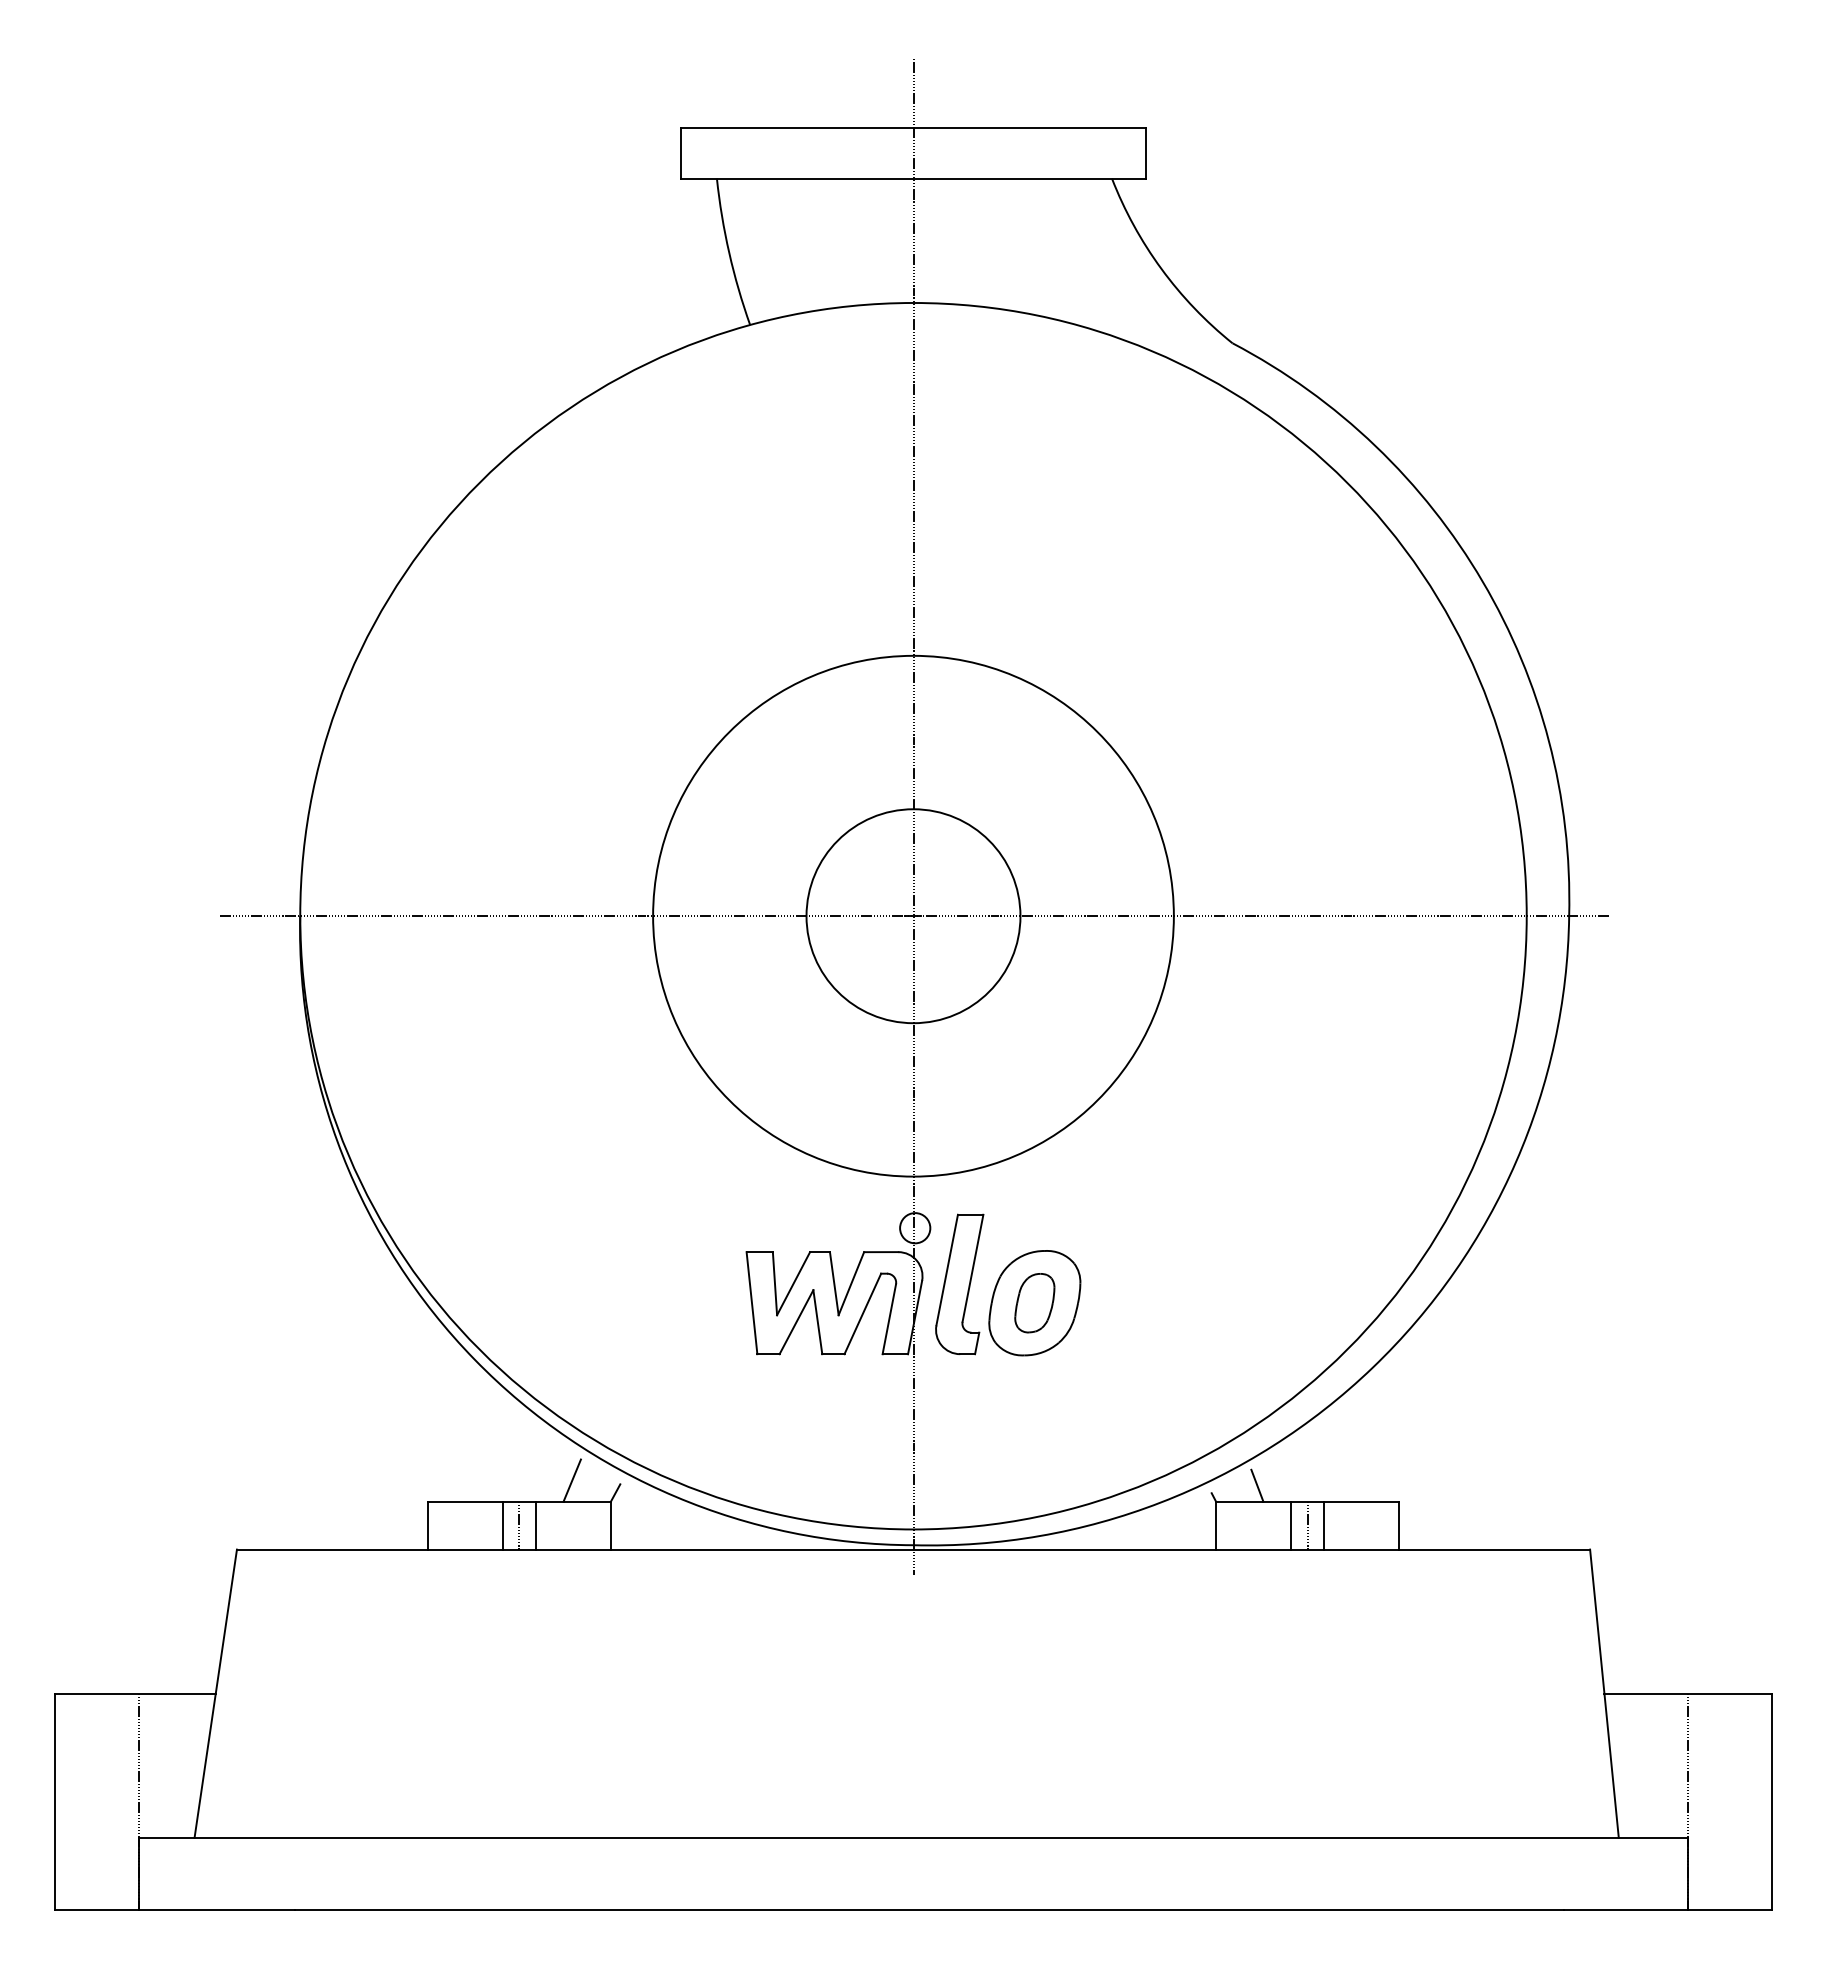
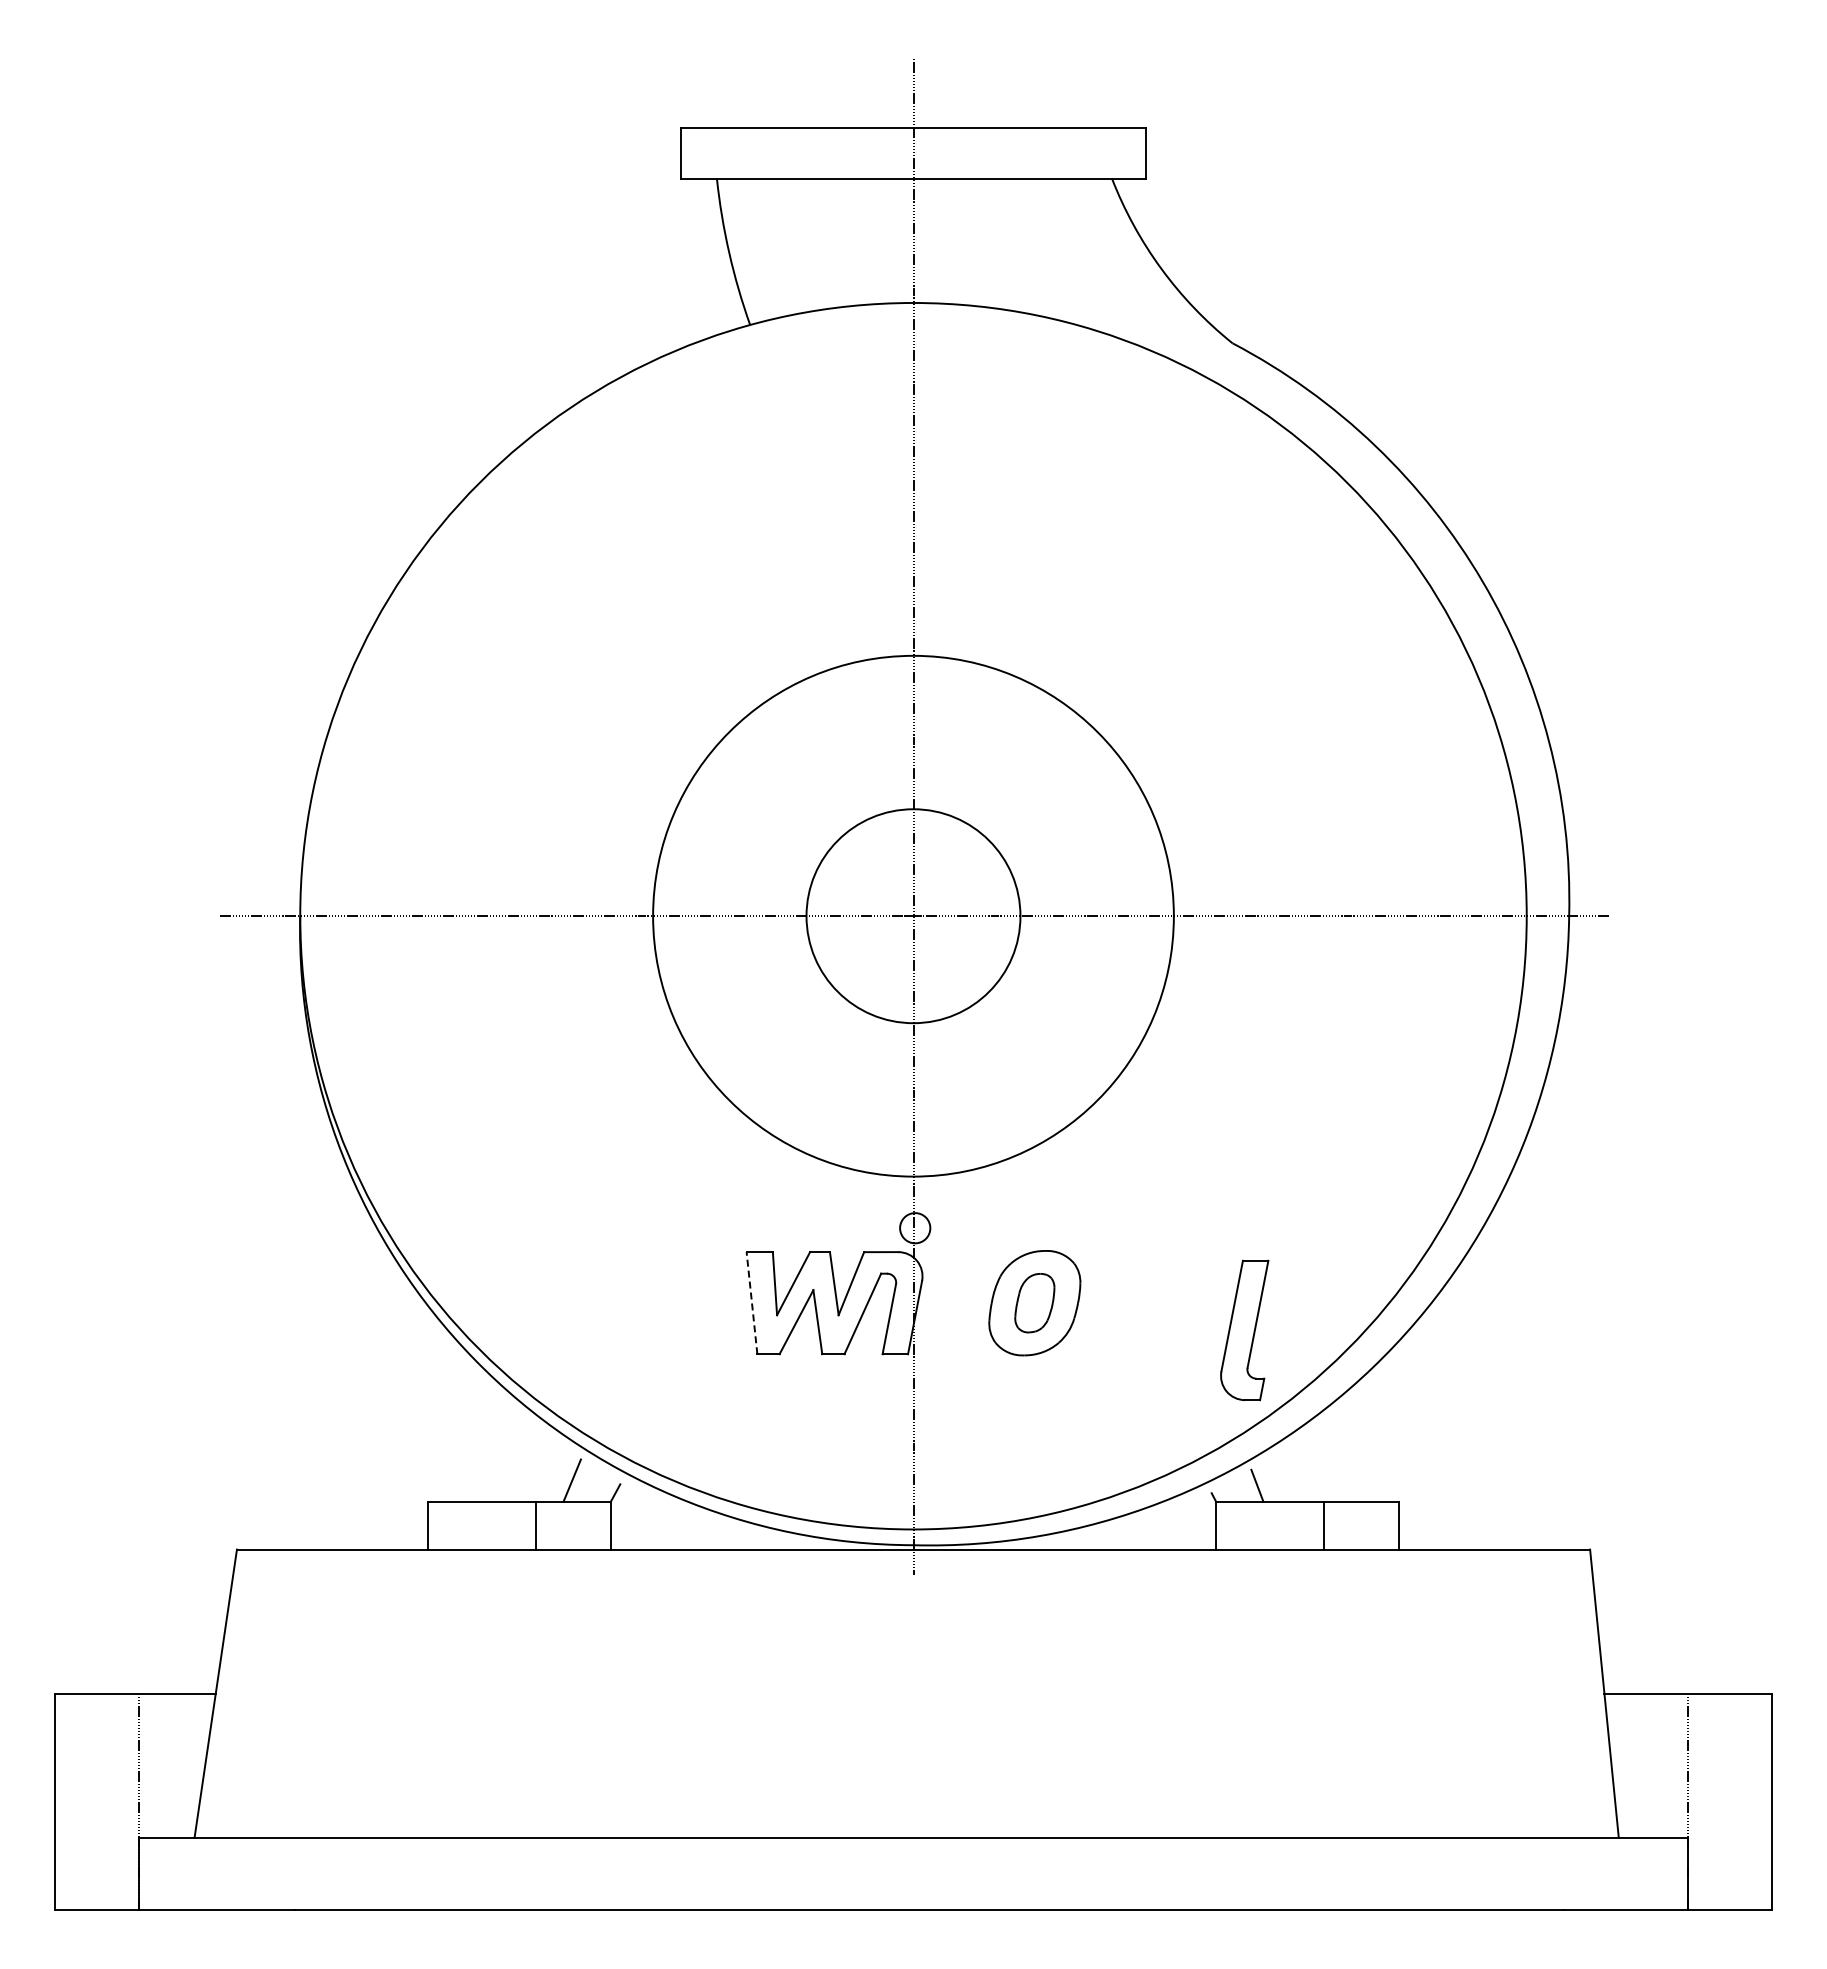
part at (959, 1284) position: (959, 1284) -> (1244, 1330)
line at (751, 1302): solid -> dashed
line at (502, 1525): present -> none
line at (519, 1525): present -> none
line at (1290, 1525): present -> none
line at (1307, 1525): present -> none
